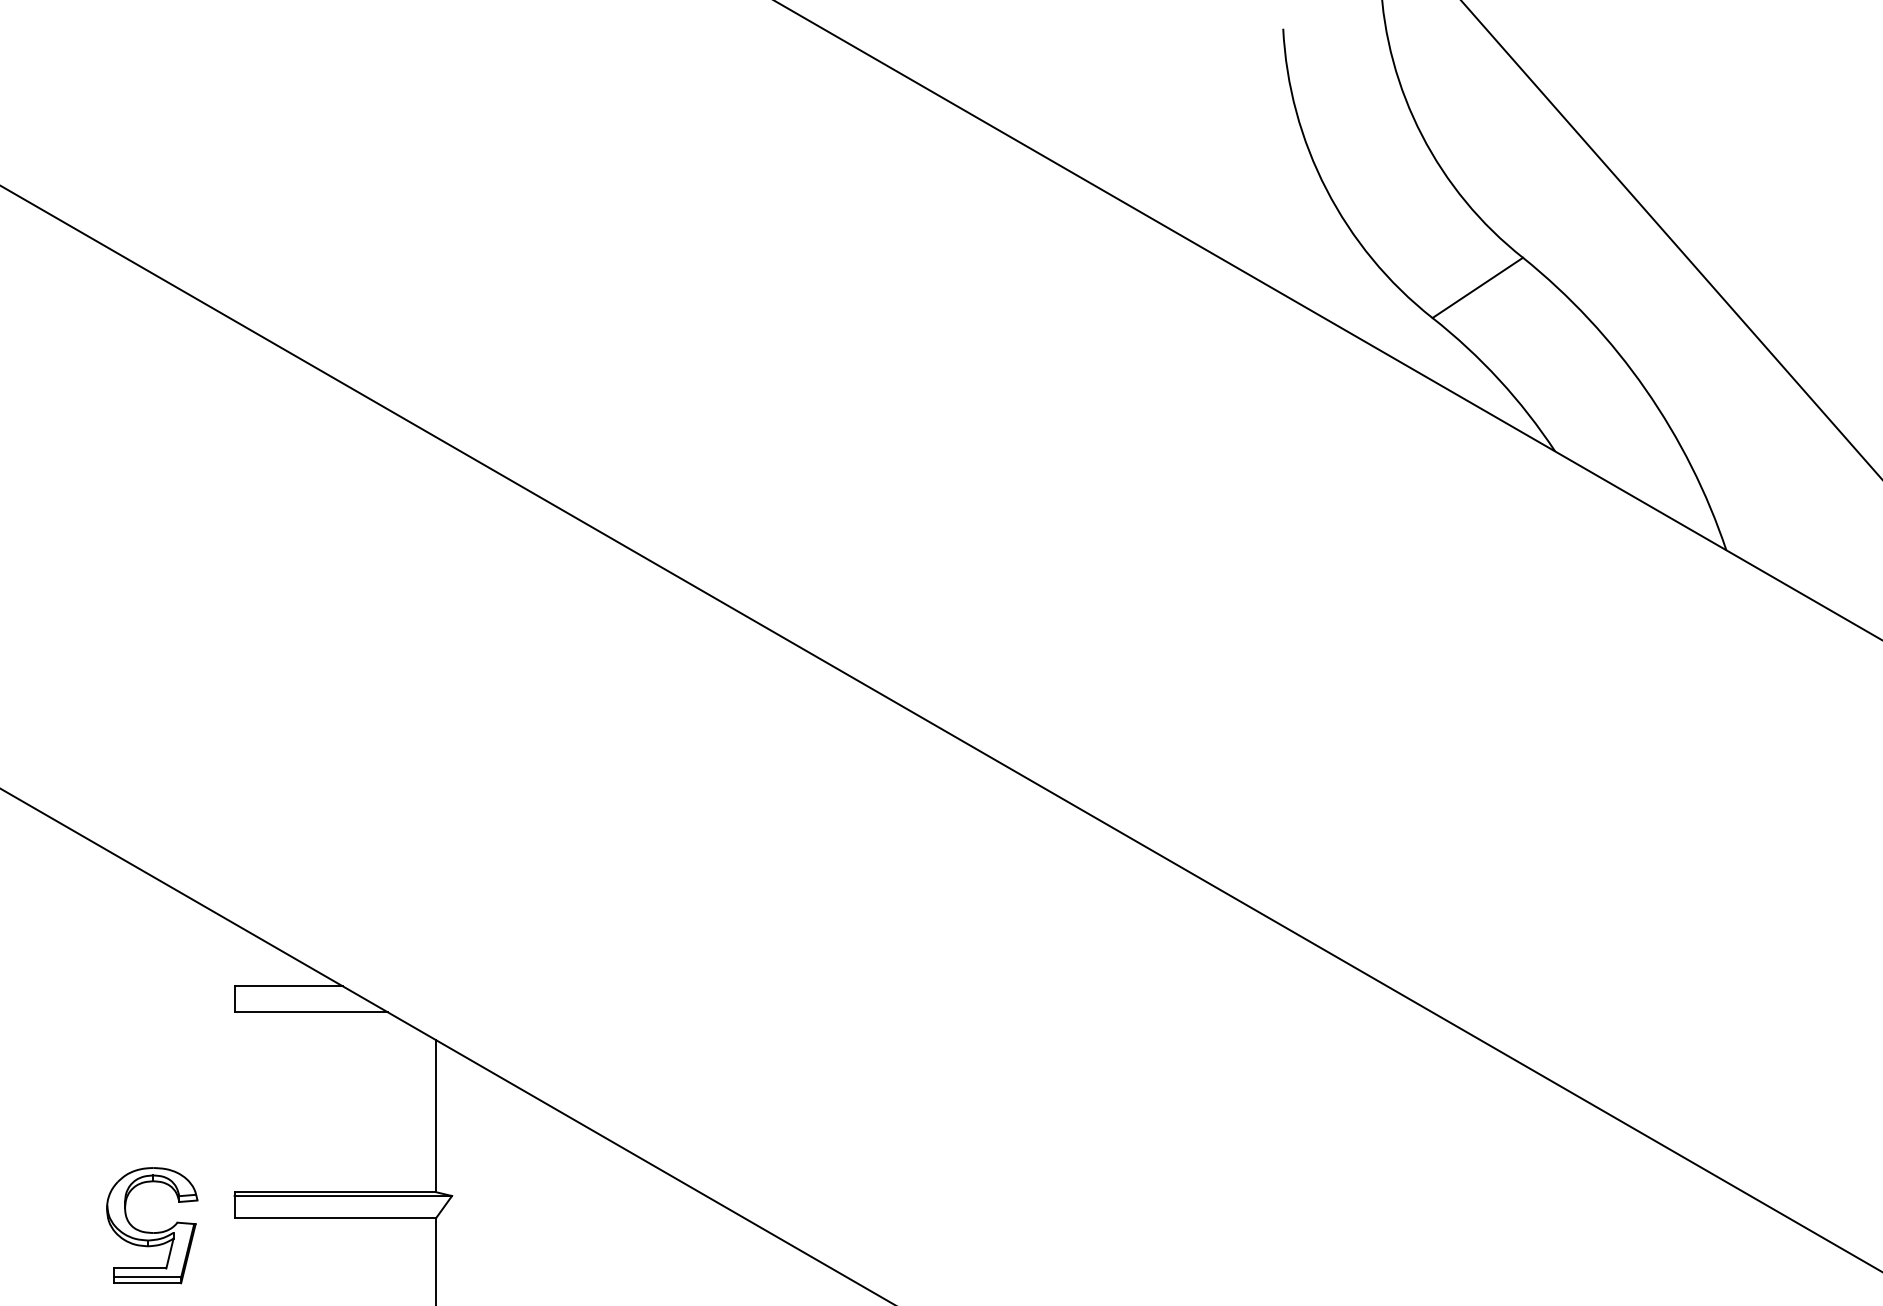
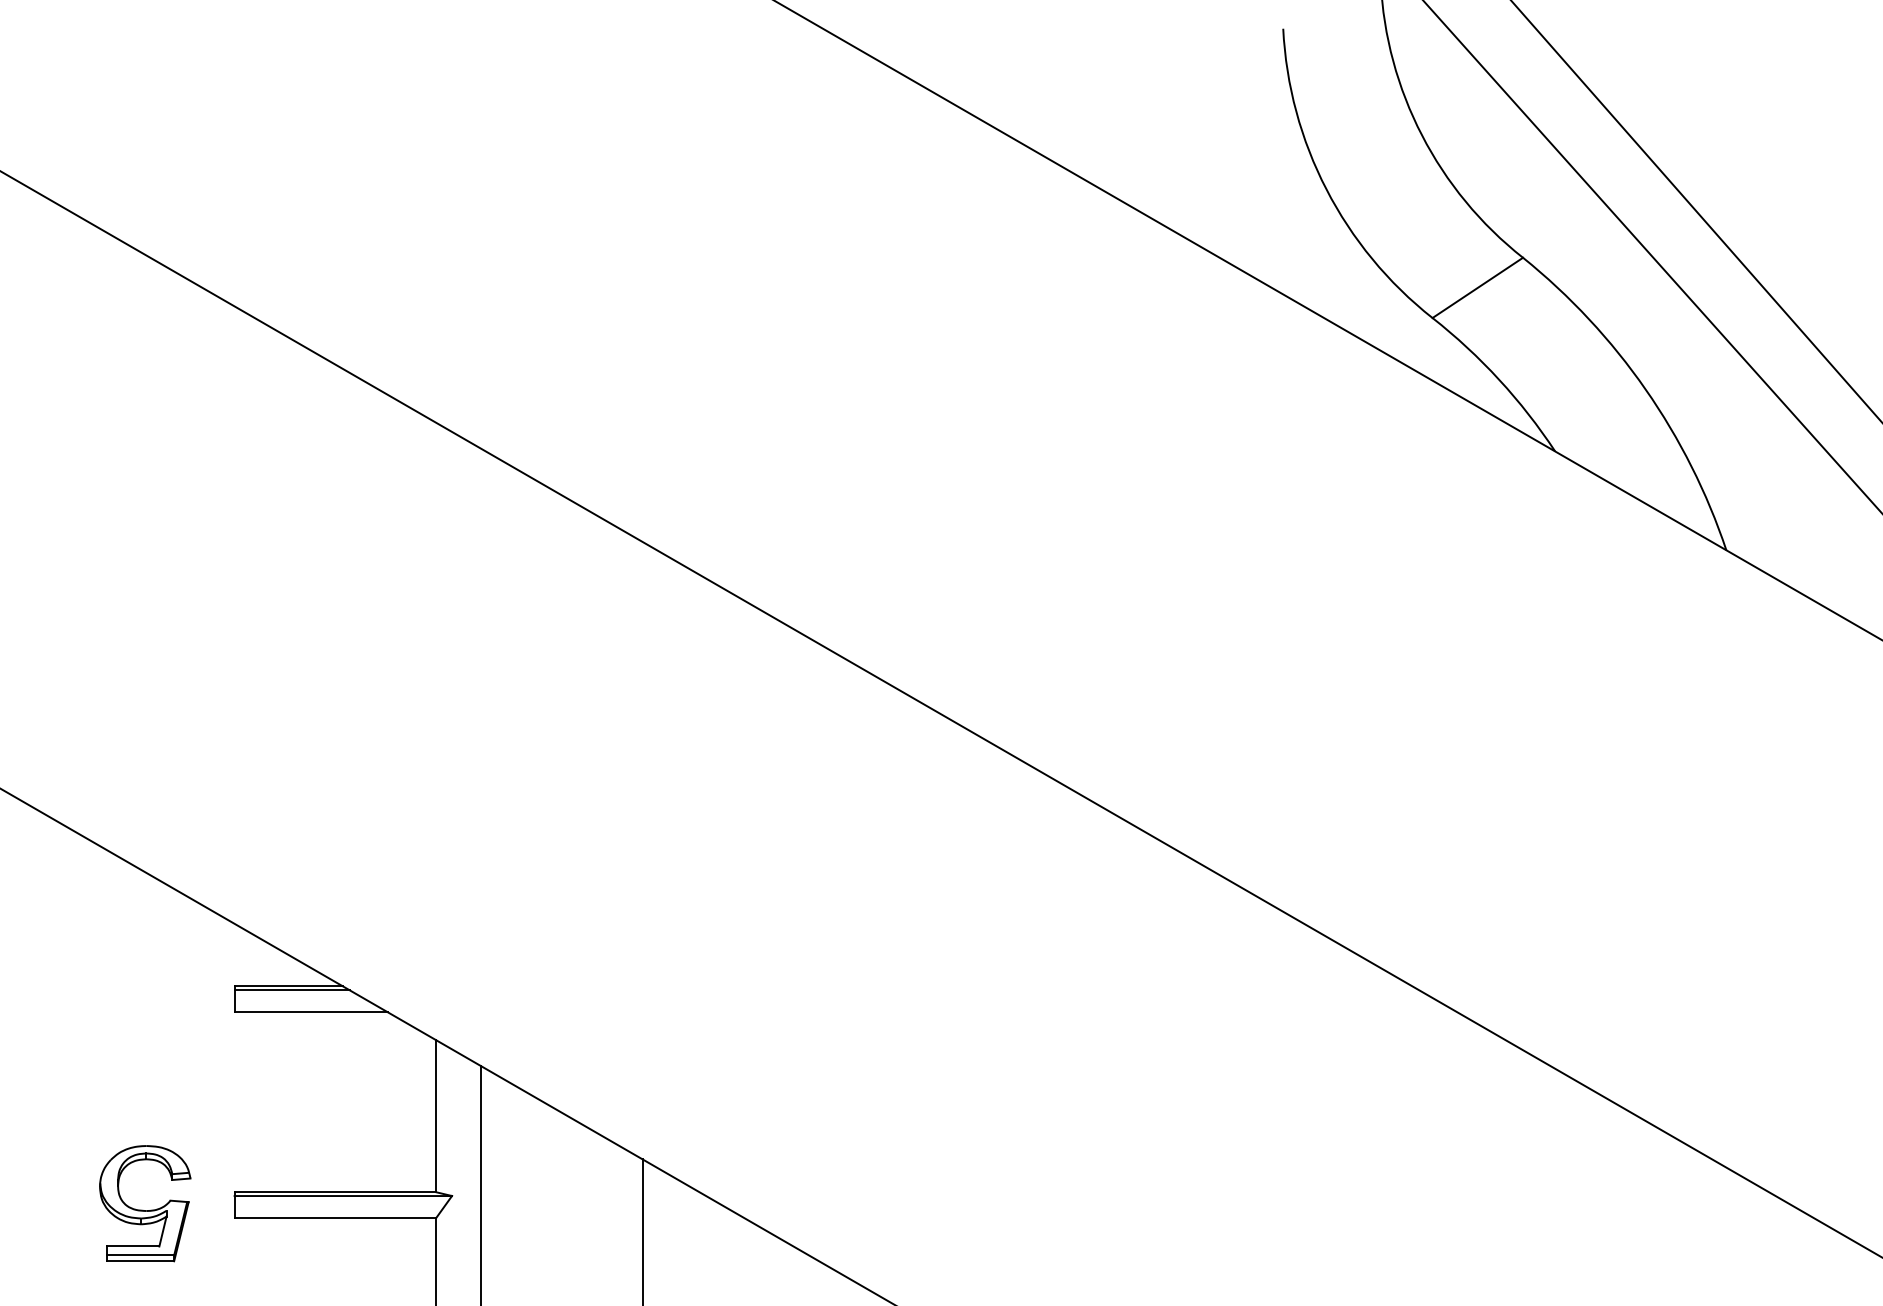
line at (1670, 239) position: (1670, 239) -> (1695, 210)
line at (1651, 256): none -> present
line at (940, 728) position: (940, 728) -> (940, 713)
line at (291, 990): none -> present
line at (480, 1183): none -> present
line at (642, 1230): none -> present
part at (149, 1231) position: (149, 1231) -> (142, 1209)
